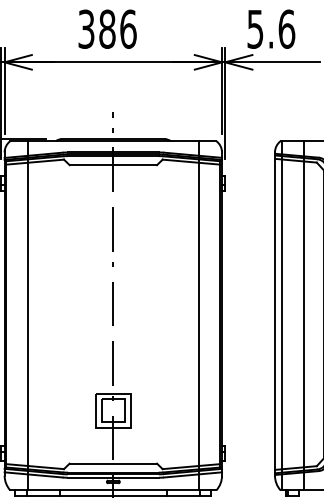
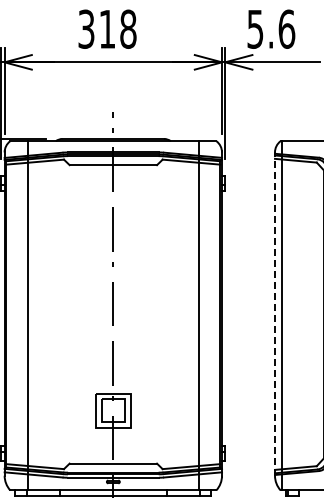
text at (117, 28): 386 -> 318
line at (274, 314): solid -> dashed
line at (304, 315): present -> none
